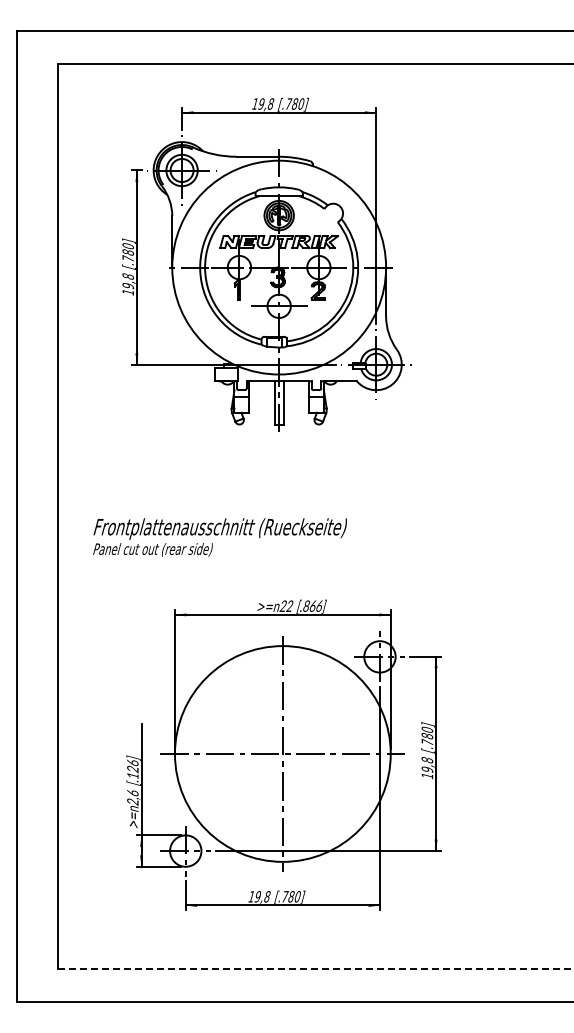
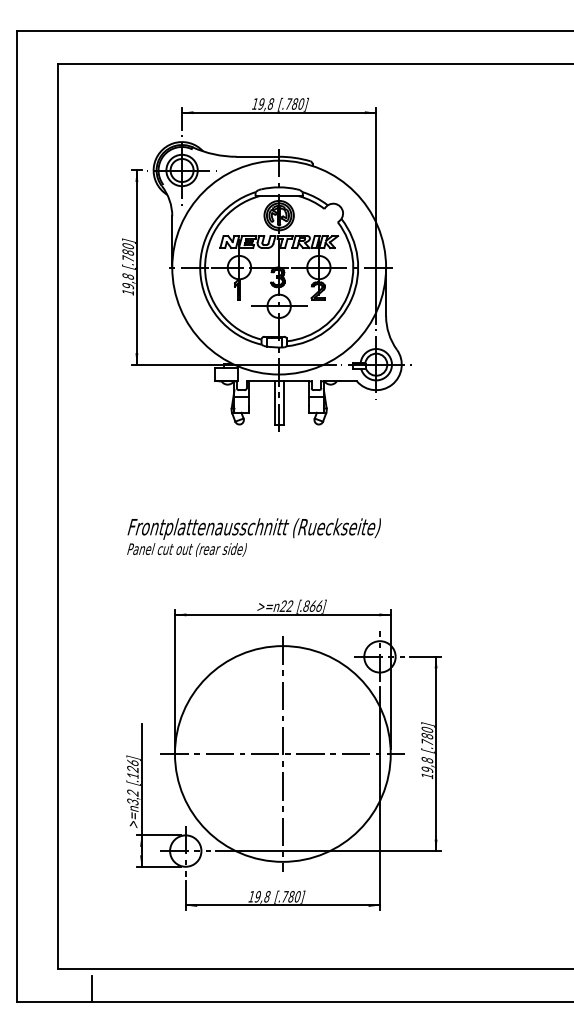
text at (219, 537) position: (219, 537) -> (253, 537)
text at (132, 797): 2,6 -> 3,2
line at (315, 969): dashed -> solid
line at (92, 988): none -> present
